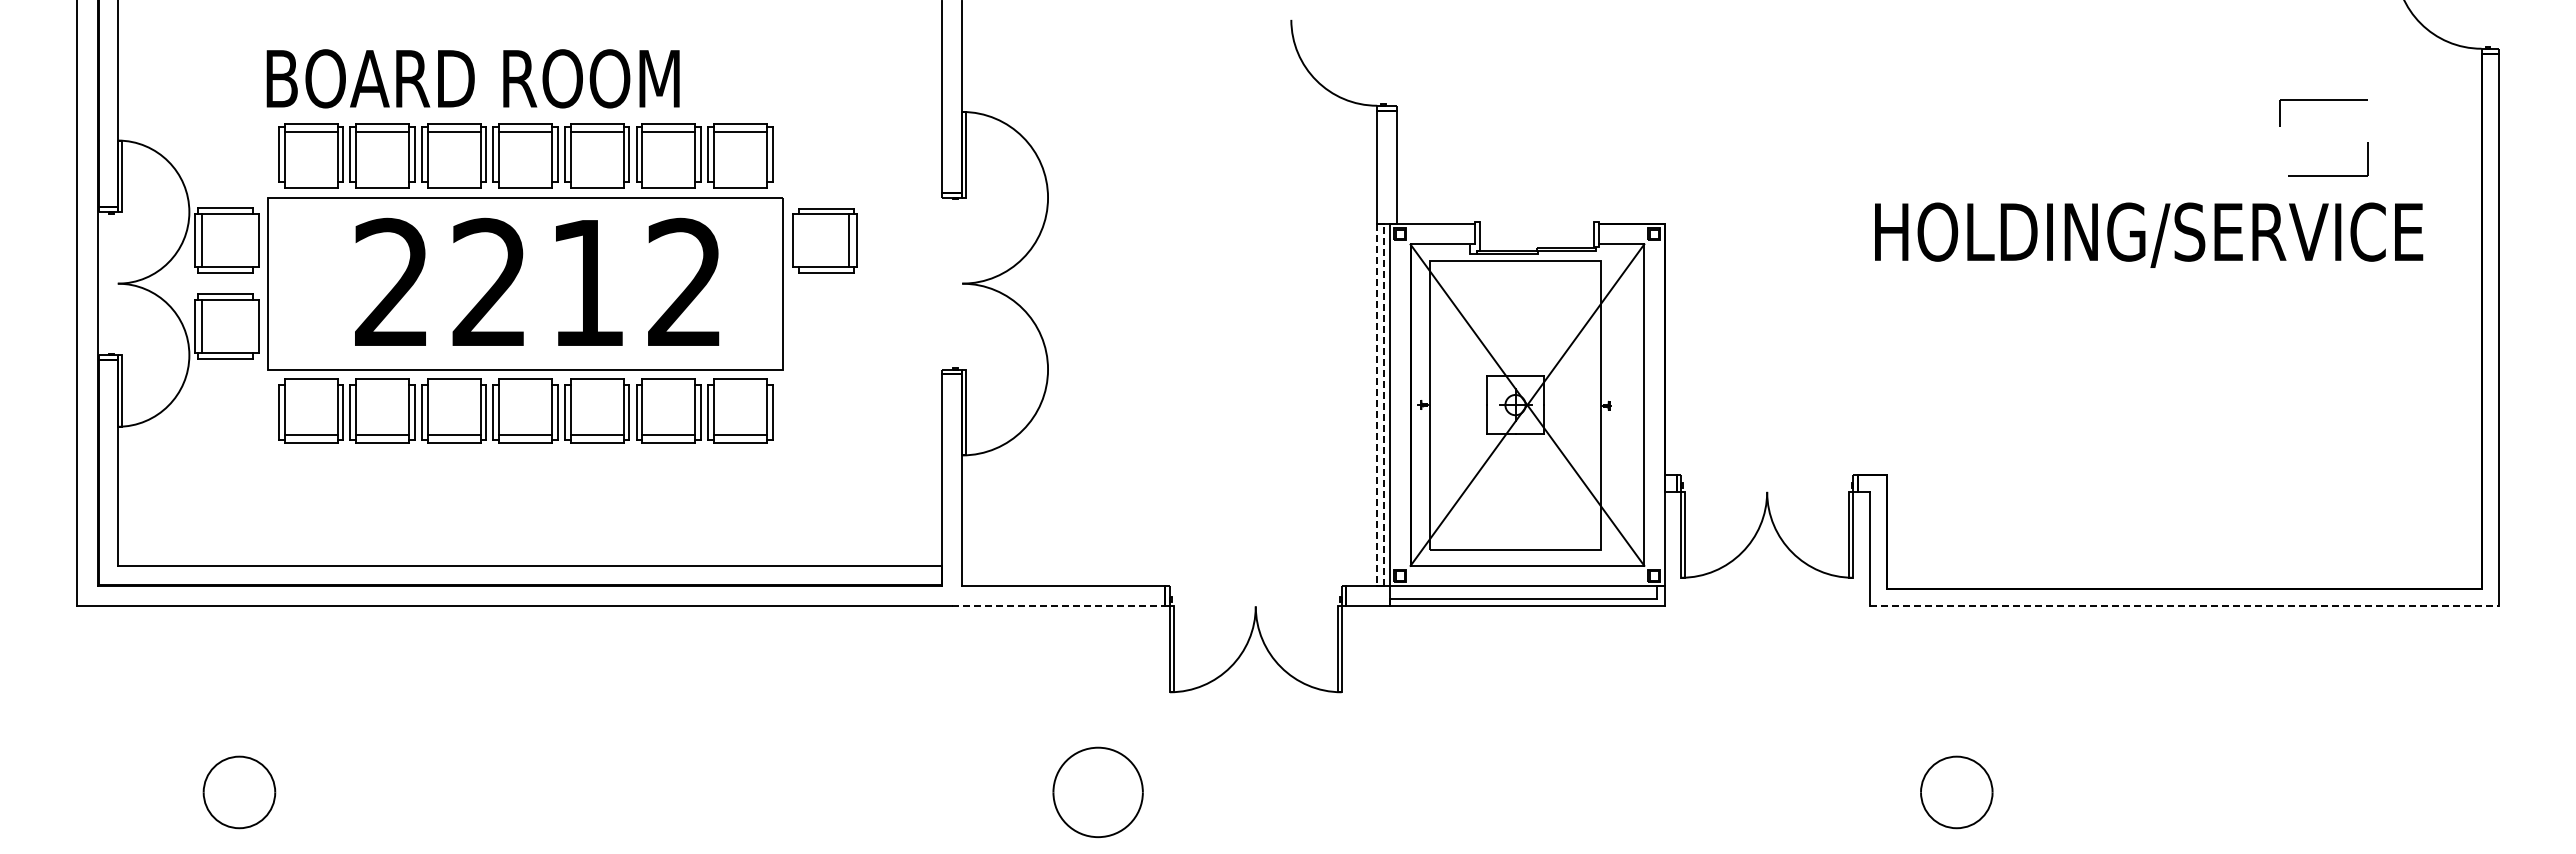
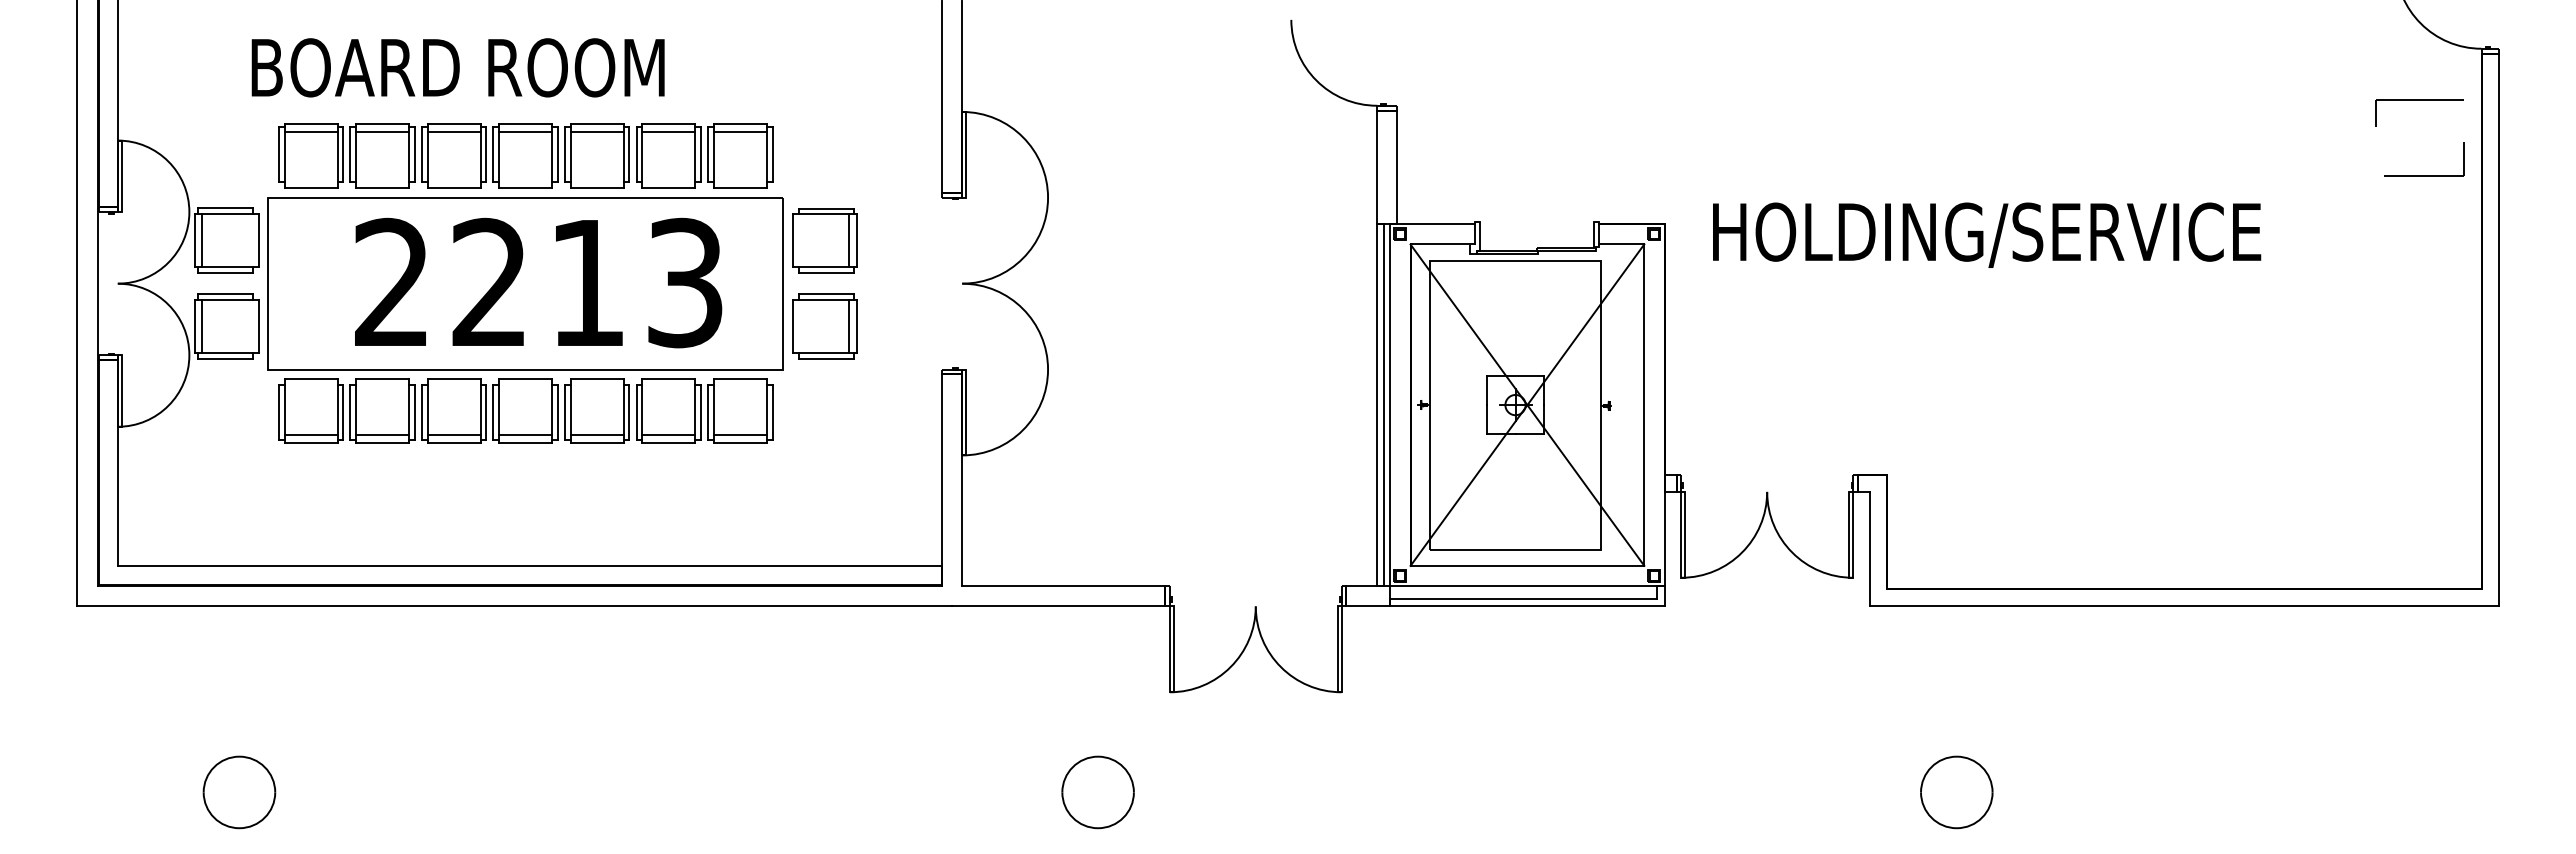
text at (472, 78) position: (472, 78) -> (457, 67)
part at (2323, 100) position: (2323, 100) -> (2419, 100)
text at (2149, 234) position: (2149, 234) -> (1987, 234)
text at (685, 283): 2212 -> 2213
part at (824, 326): none -> present
line at (1384, 404): dashed -> solid
line at (1377, 405): dashed -> solid
line at (1058, 606): dashed -> solid
line at (2184, 606): dashed -> solid
part at (1097, 792) size: 92x93 px -> 74x75 px
